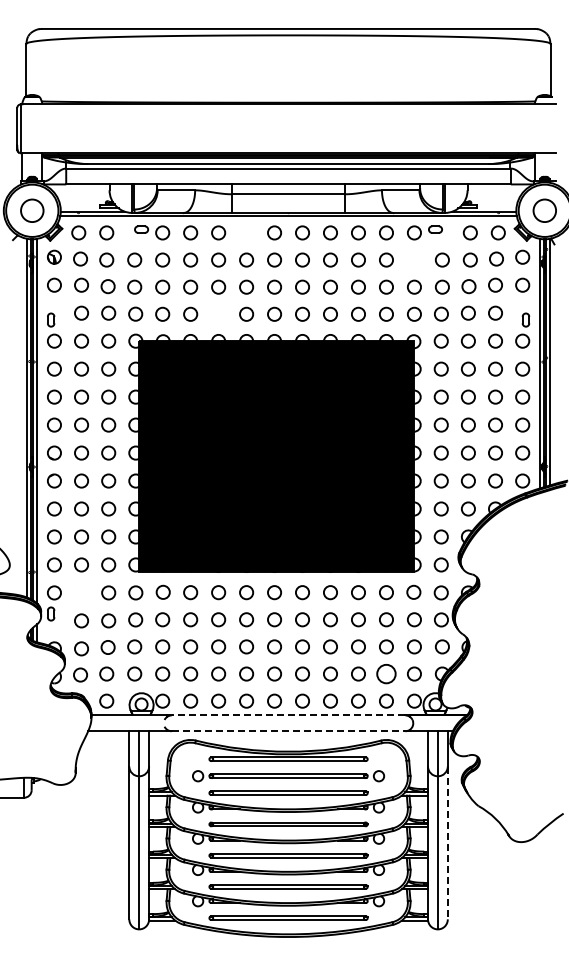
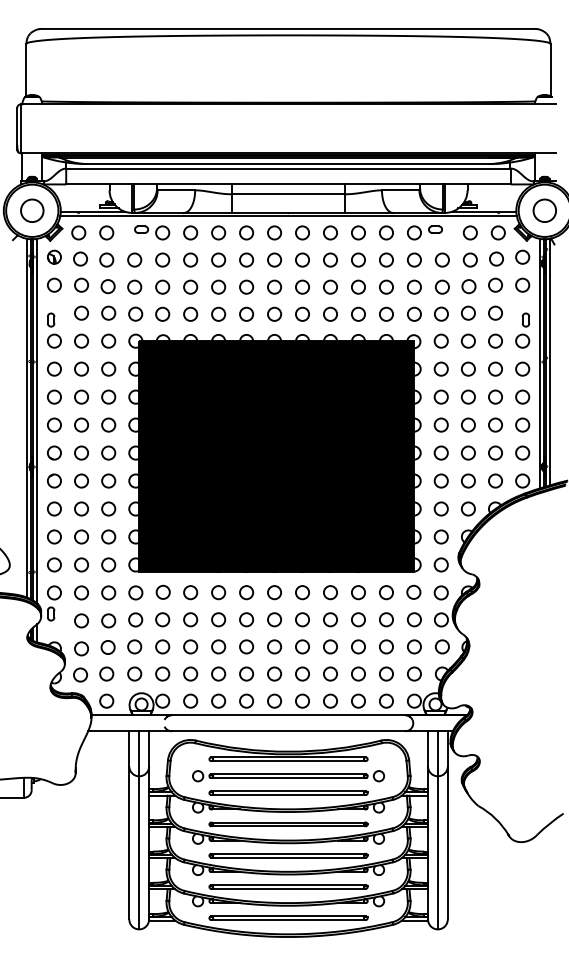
circle at (246, 232): none -> present
circle at (414, 259): none -> present
circle at (218, 313): none -> present
circle at (81, 592): none -> present
circle at (386, 674) size: 21x21 px -> 15x16 px
line at (288, 715): dashed -> solid
line at (288, 731): dashed -> solid
line at (447, 843): dashed -> solid
